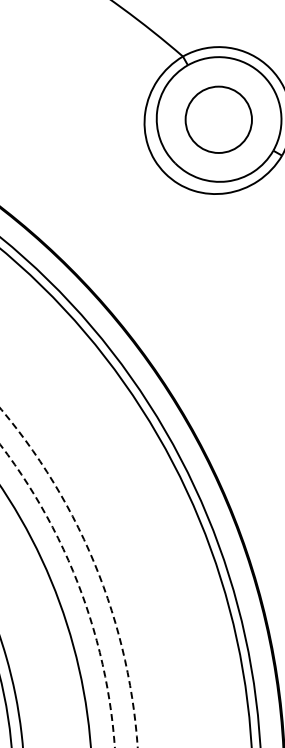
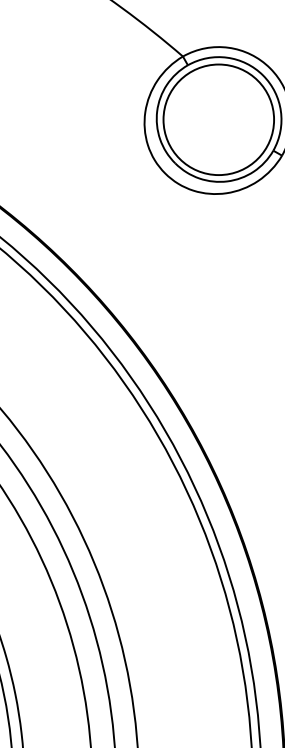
circle at (218, 119) diameter: 66 px -> 111 px
arc at (95, 566): dashed -> solid
arc at (79, 587): dashed -> solid
